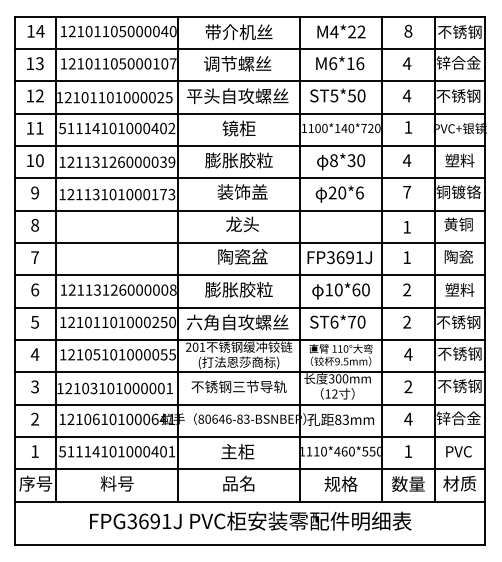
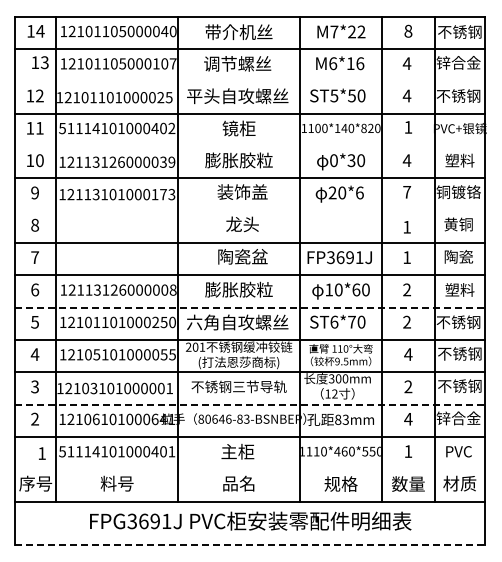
text at (334, 31): M4*22 -> M7*22
text at (35, 63) position: (35, 63) -> (40, 62)
line at (250, 81): present -> none
text at (363, 128): 1100*140*720 -> 1100*140*820
line at (250, 146): present -> none
text at (333, 160): 8*30 -> 0*30
line at (250, 210): present -> none
line at (250, 307): solid -> dashed
line at (250, 404): solid -> dashed
text at (35, 451) position: (35, 451) -> (42, 453)
line at (250, 469): present -> none
line at (250, 545): solid -> dashed
